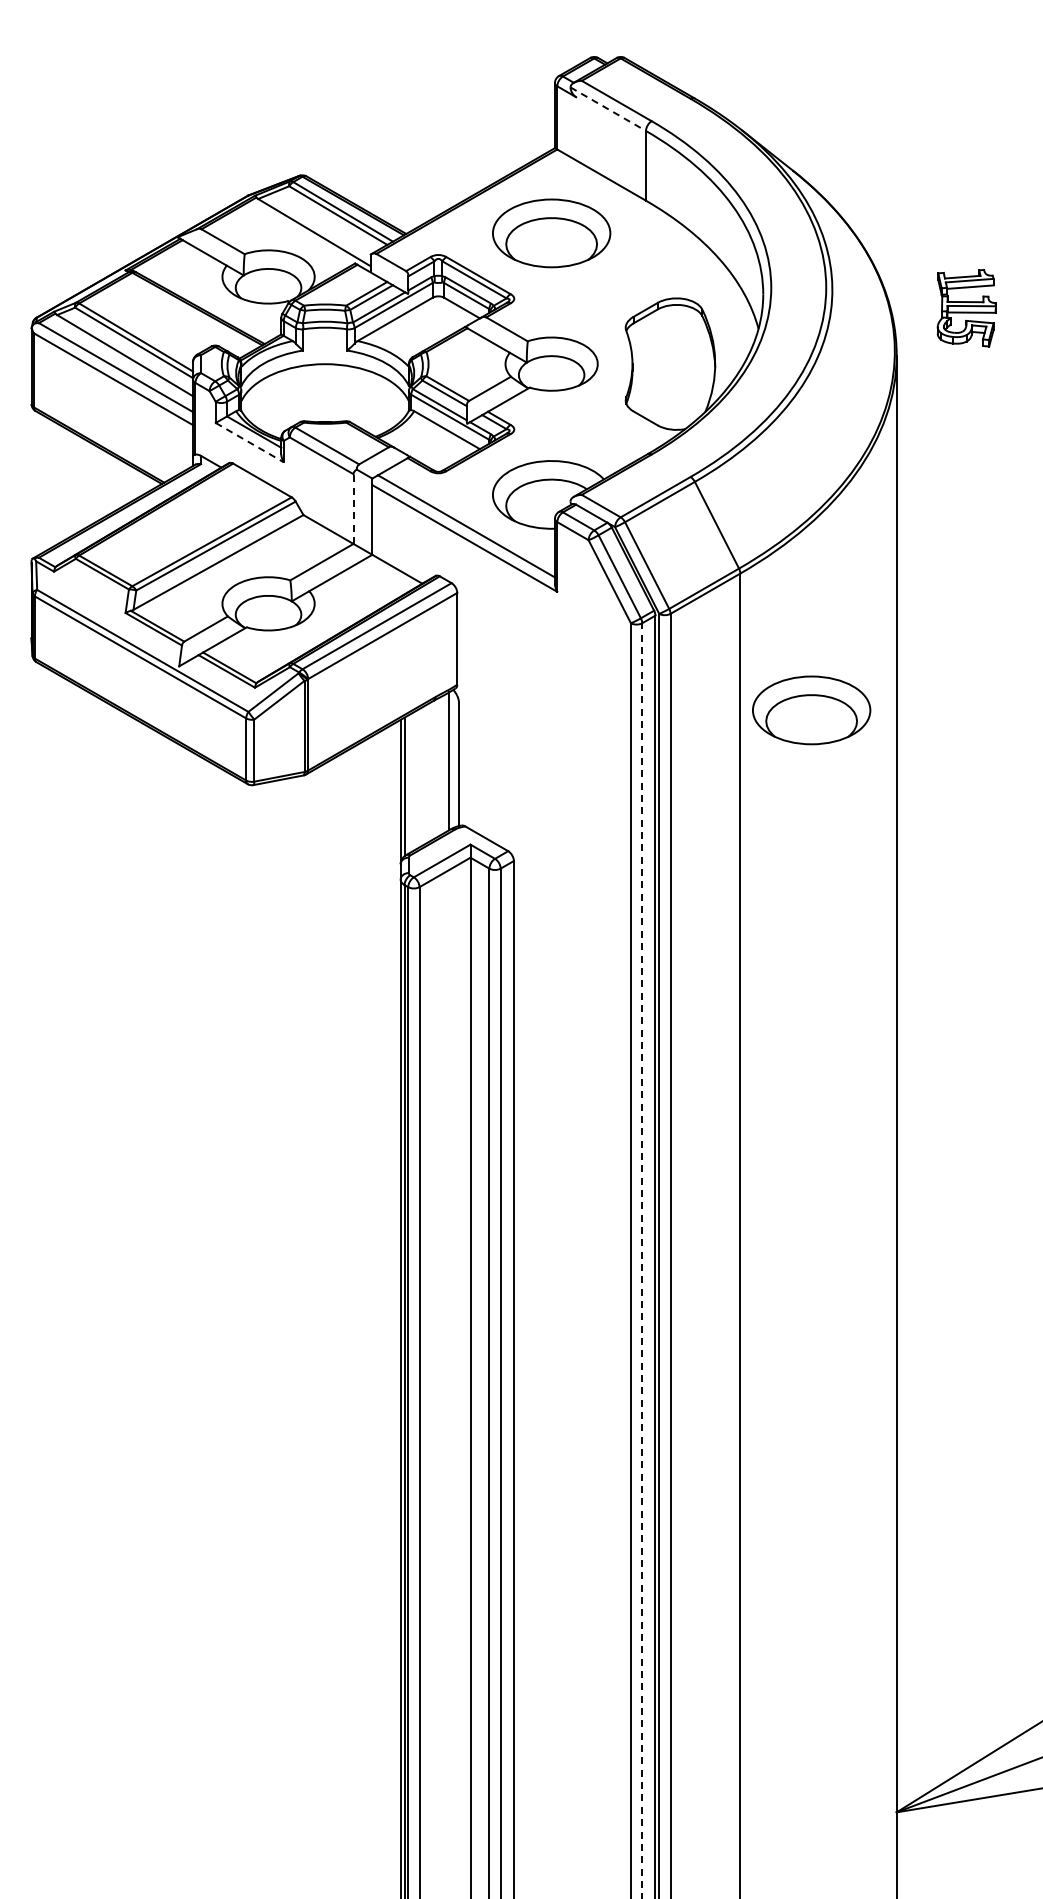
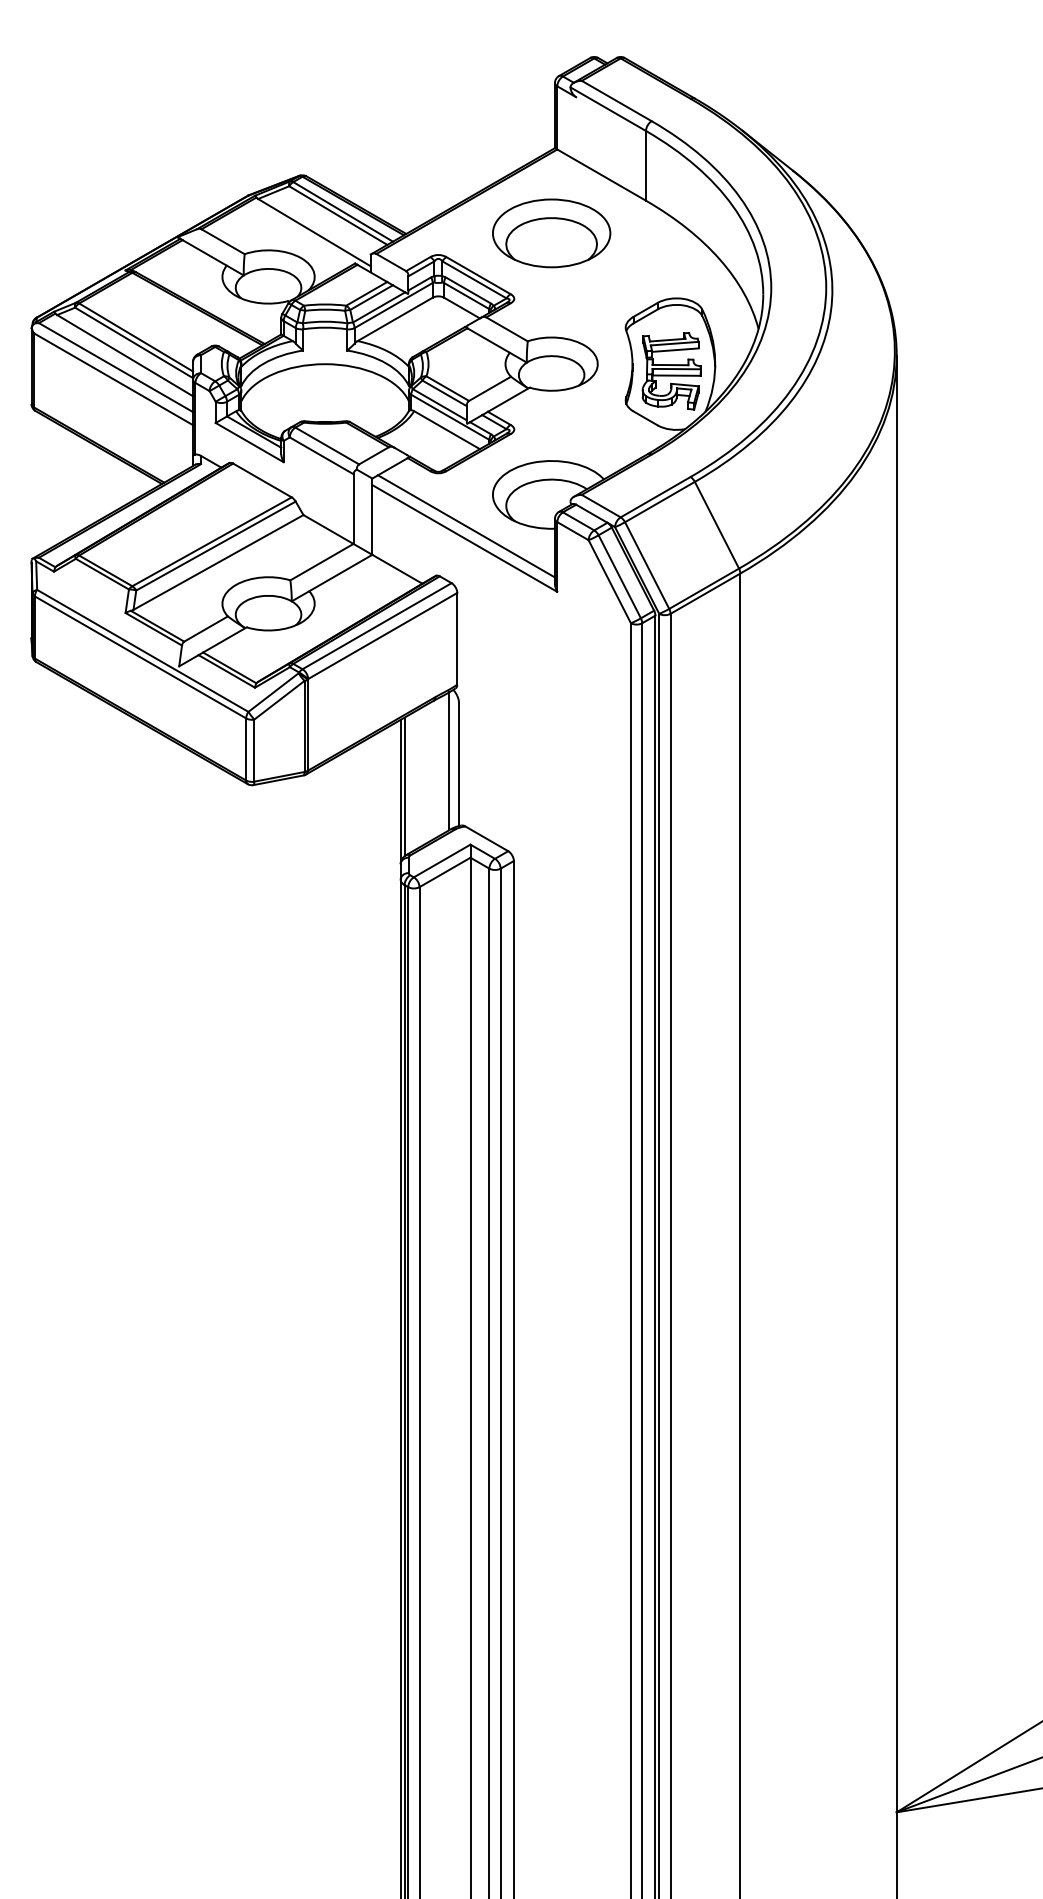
line at (608, 109): dashed -> solid
part at (966, 308) position: (966, 308) -> (671, 371)
line at (250, 442): dashed -> solid
line at (353, 509): dashed -> solid
part at (811, 710): present -> none
line at (642, 1260): dashed -> solid
